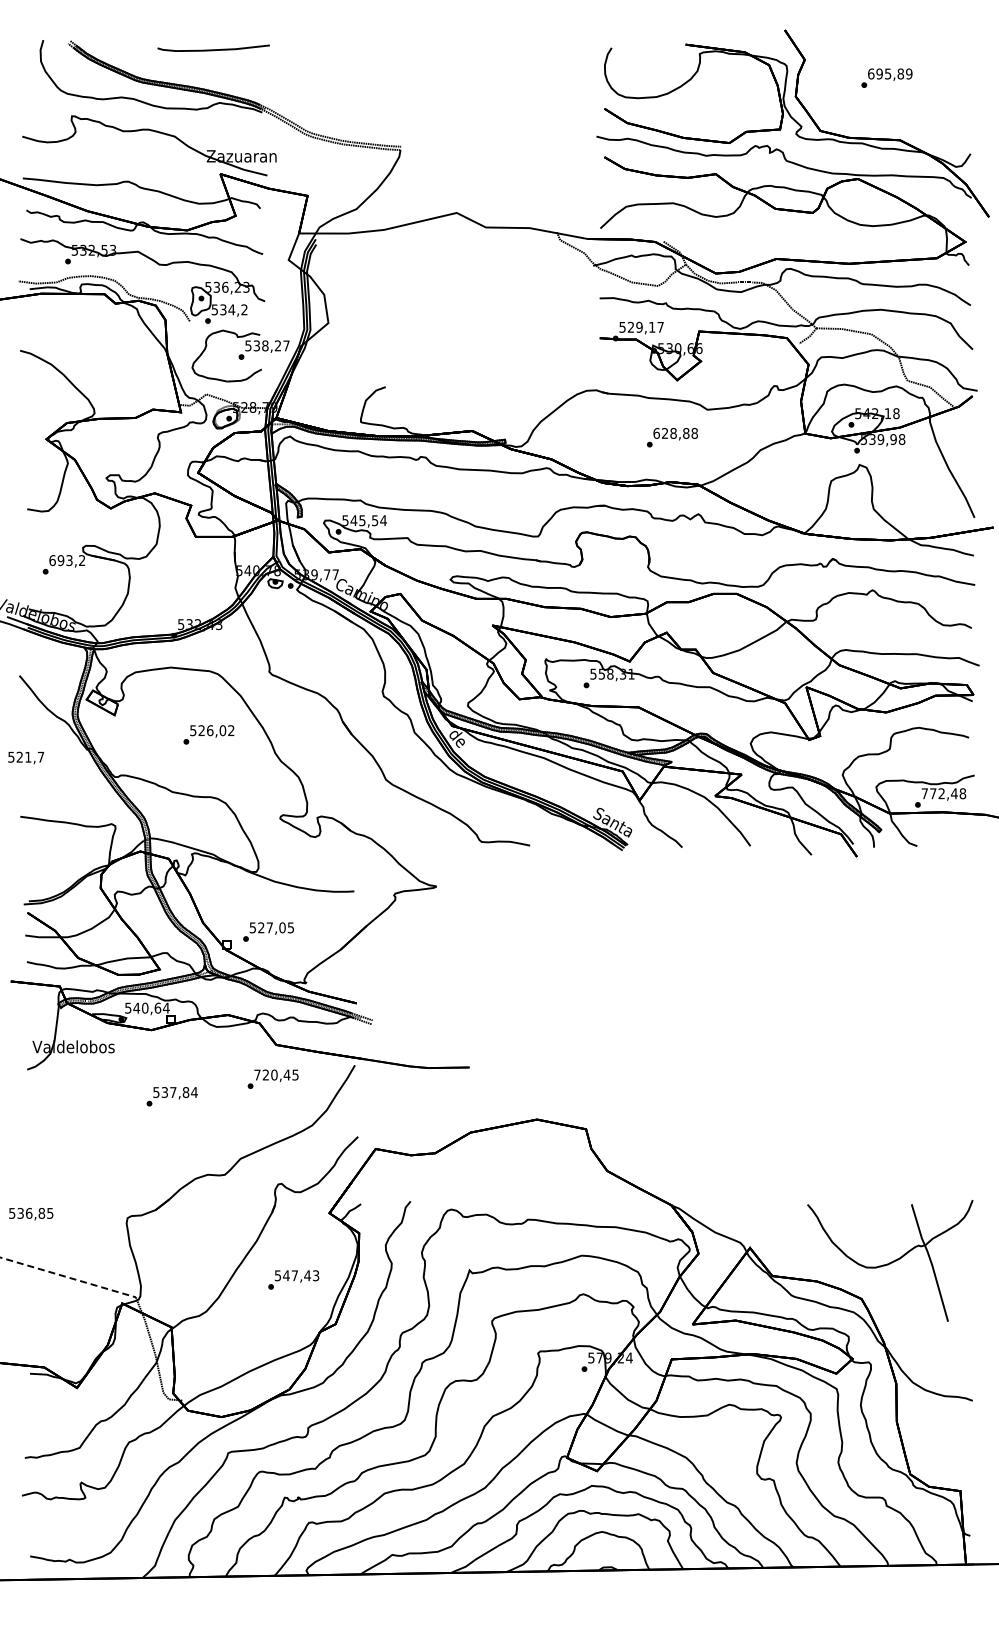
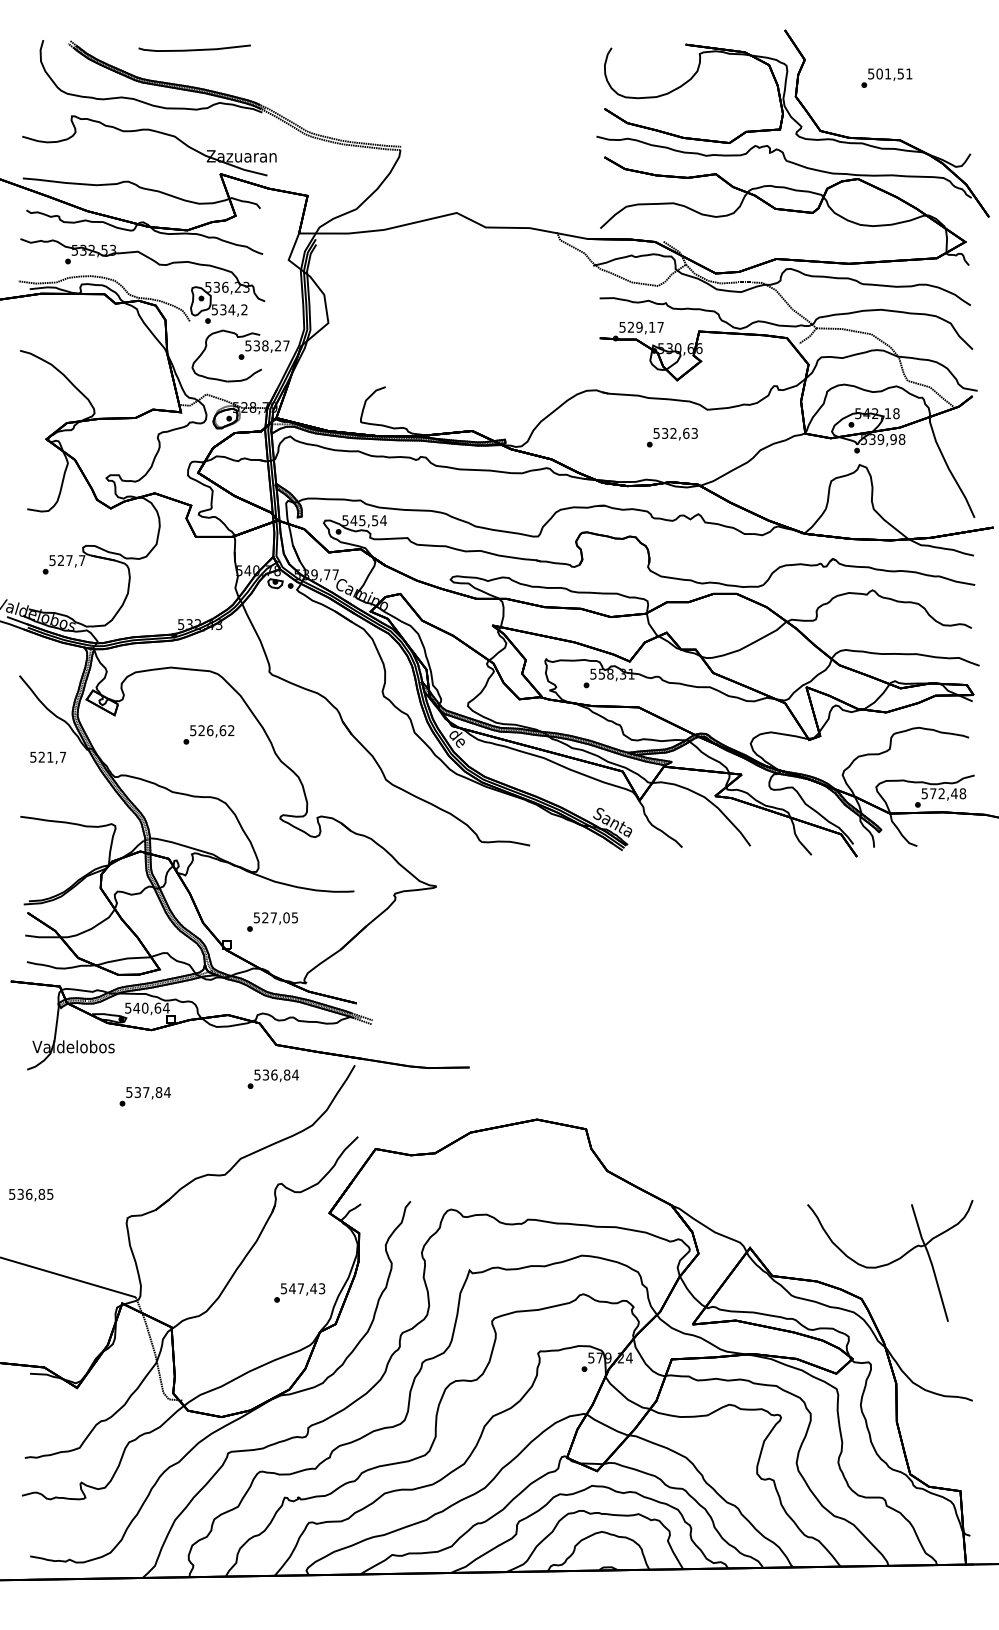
part at (213, 47) position: (213, 47) -> (194, 47)
text at (890, 73): 695,89 -> 501,51
text at (675, 433): 628,88 -> 532,63
text at (67, 560): 693,2 -> 527,7
text at (222, 730): 526,02 -> 526,62
text at (25, 757) position: (25, 757) -> (47, 757)
text at (924, 793): 772,48 -> 572,48
text at (268, 931) position: (268, 931) -> (272, 921)
text at (276, 1074): 720,45 -> 536,84
text at (171, 1096) position: (171, 1096) -> (144, 1096)
text at (31, 1214) position: (31, 1214) -> (31, 1195)
line at (67, 1277): dashed -> solid
text at (293, 1279) position: (293, 1279) -> (299, 1292)
